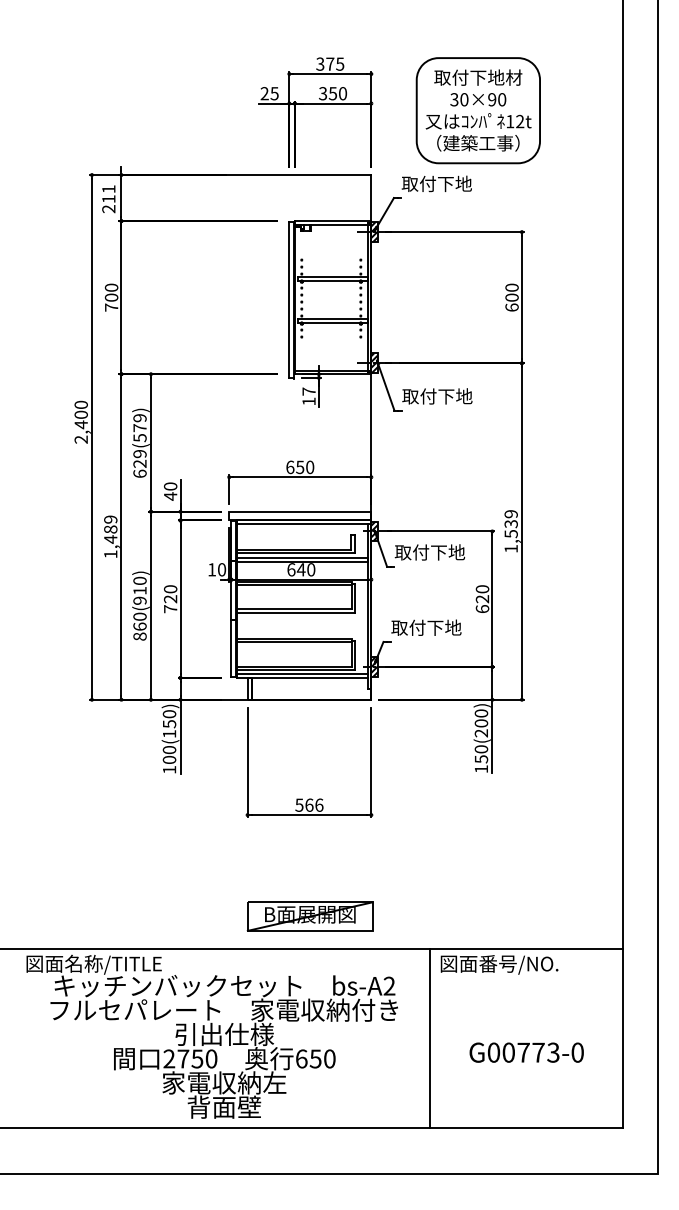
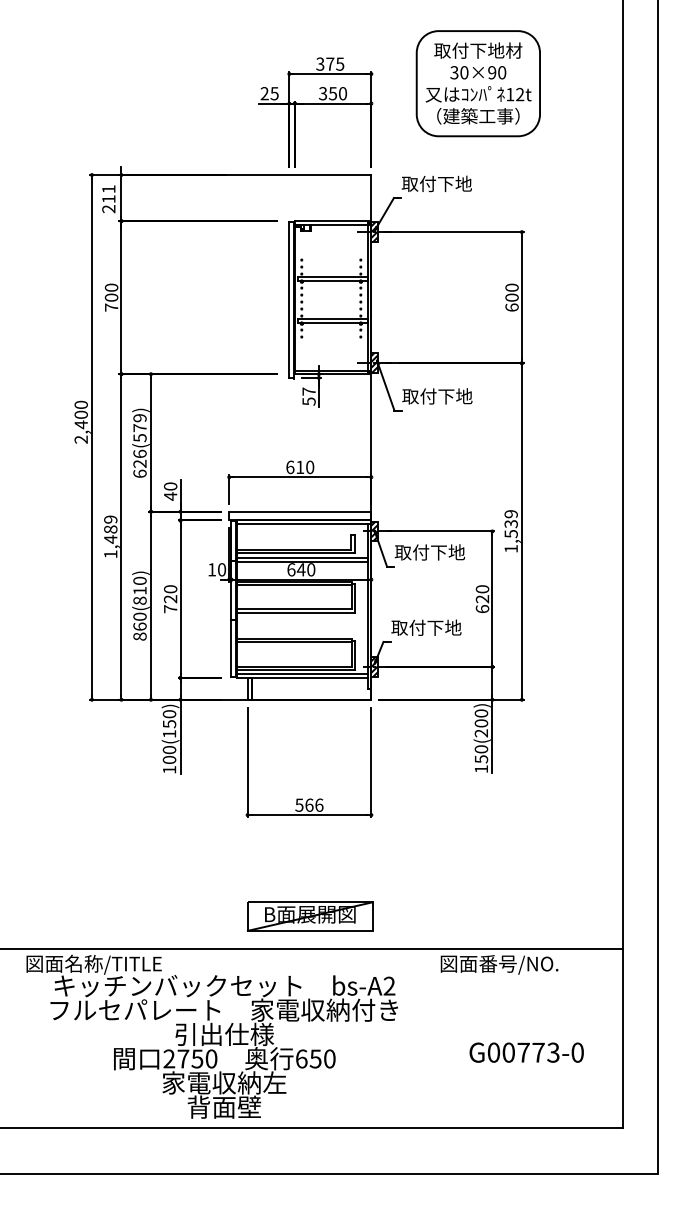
part at (477, 110) position: (477, 110) -> (477, 83)
text at (308, 401): 17 -> 57
text at (139, 453): 629(579) -> 626(579)
text at (300, 467): 650 -> 610
text at (139, 600): 860(910) -> 860(810)
line at (430, 1038): present -> none
